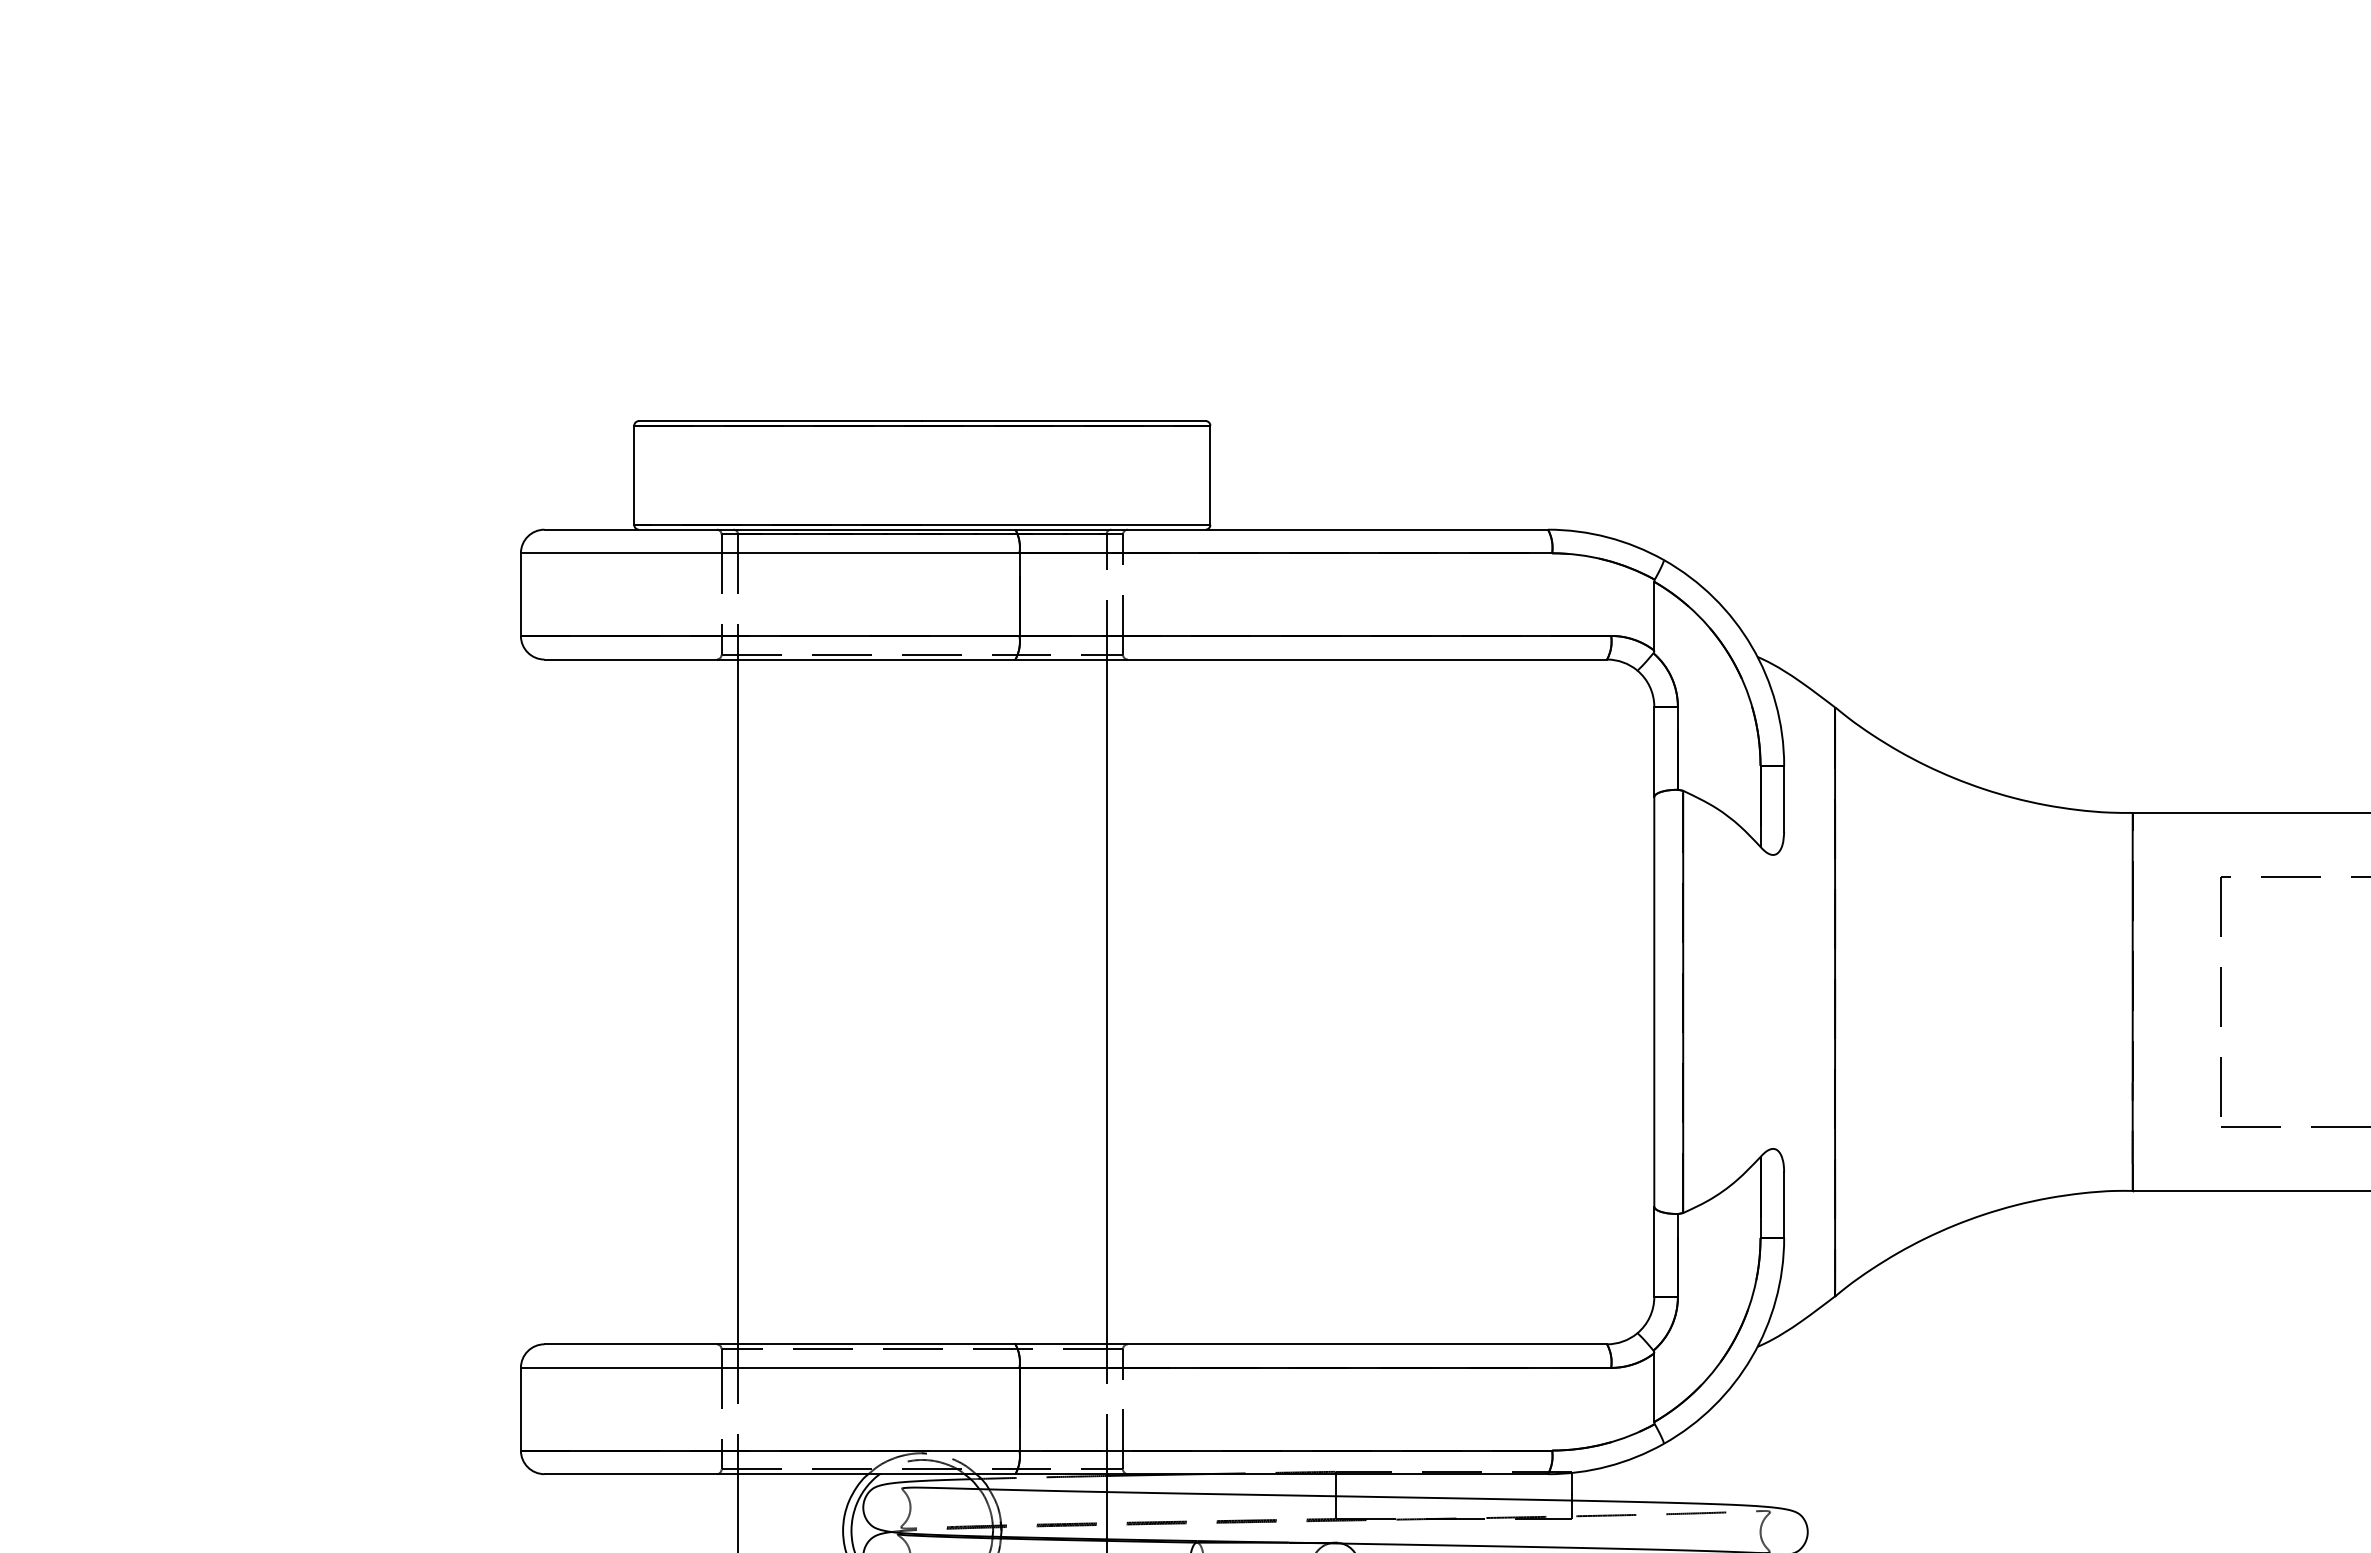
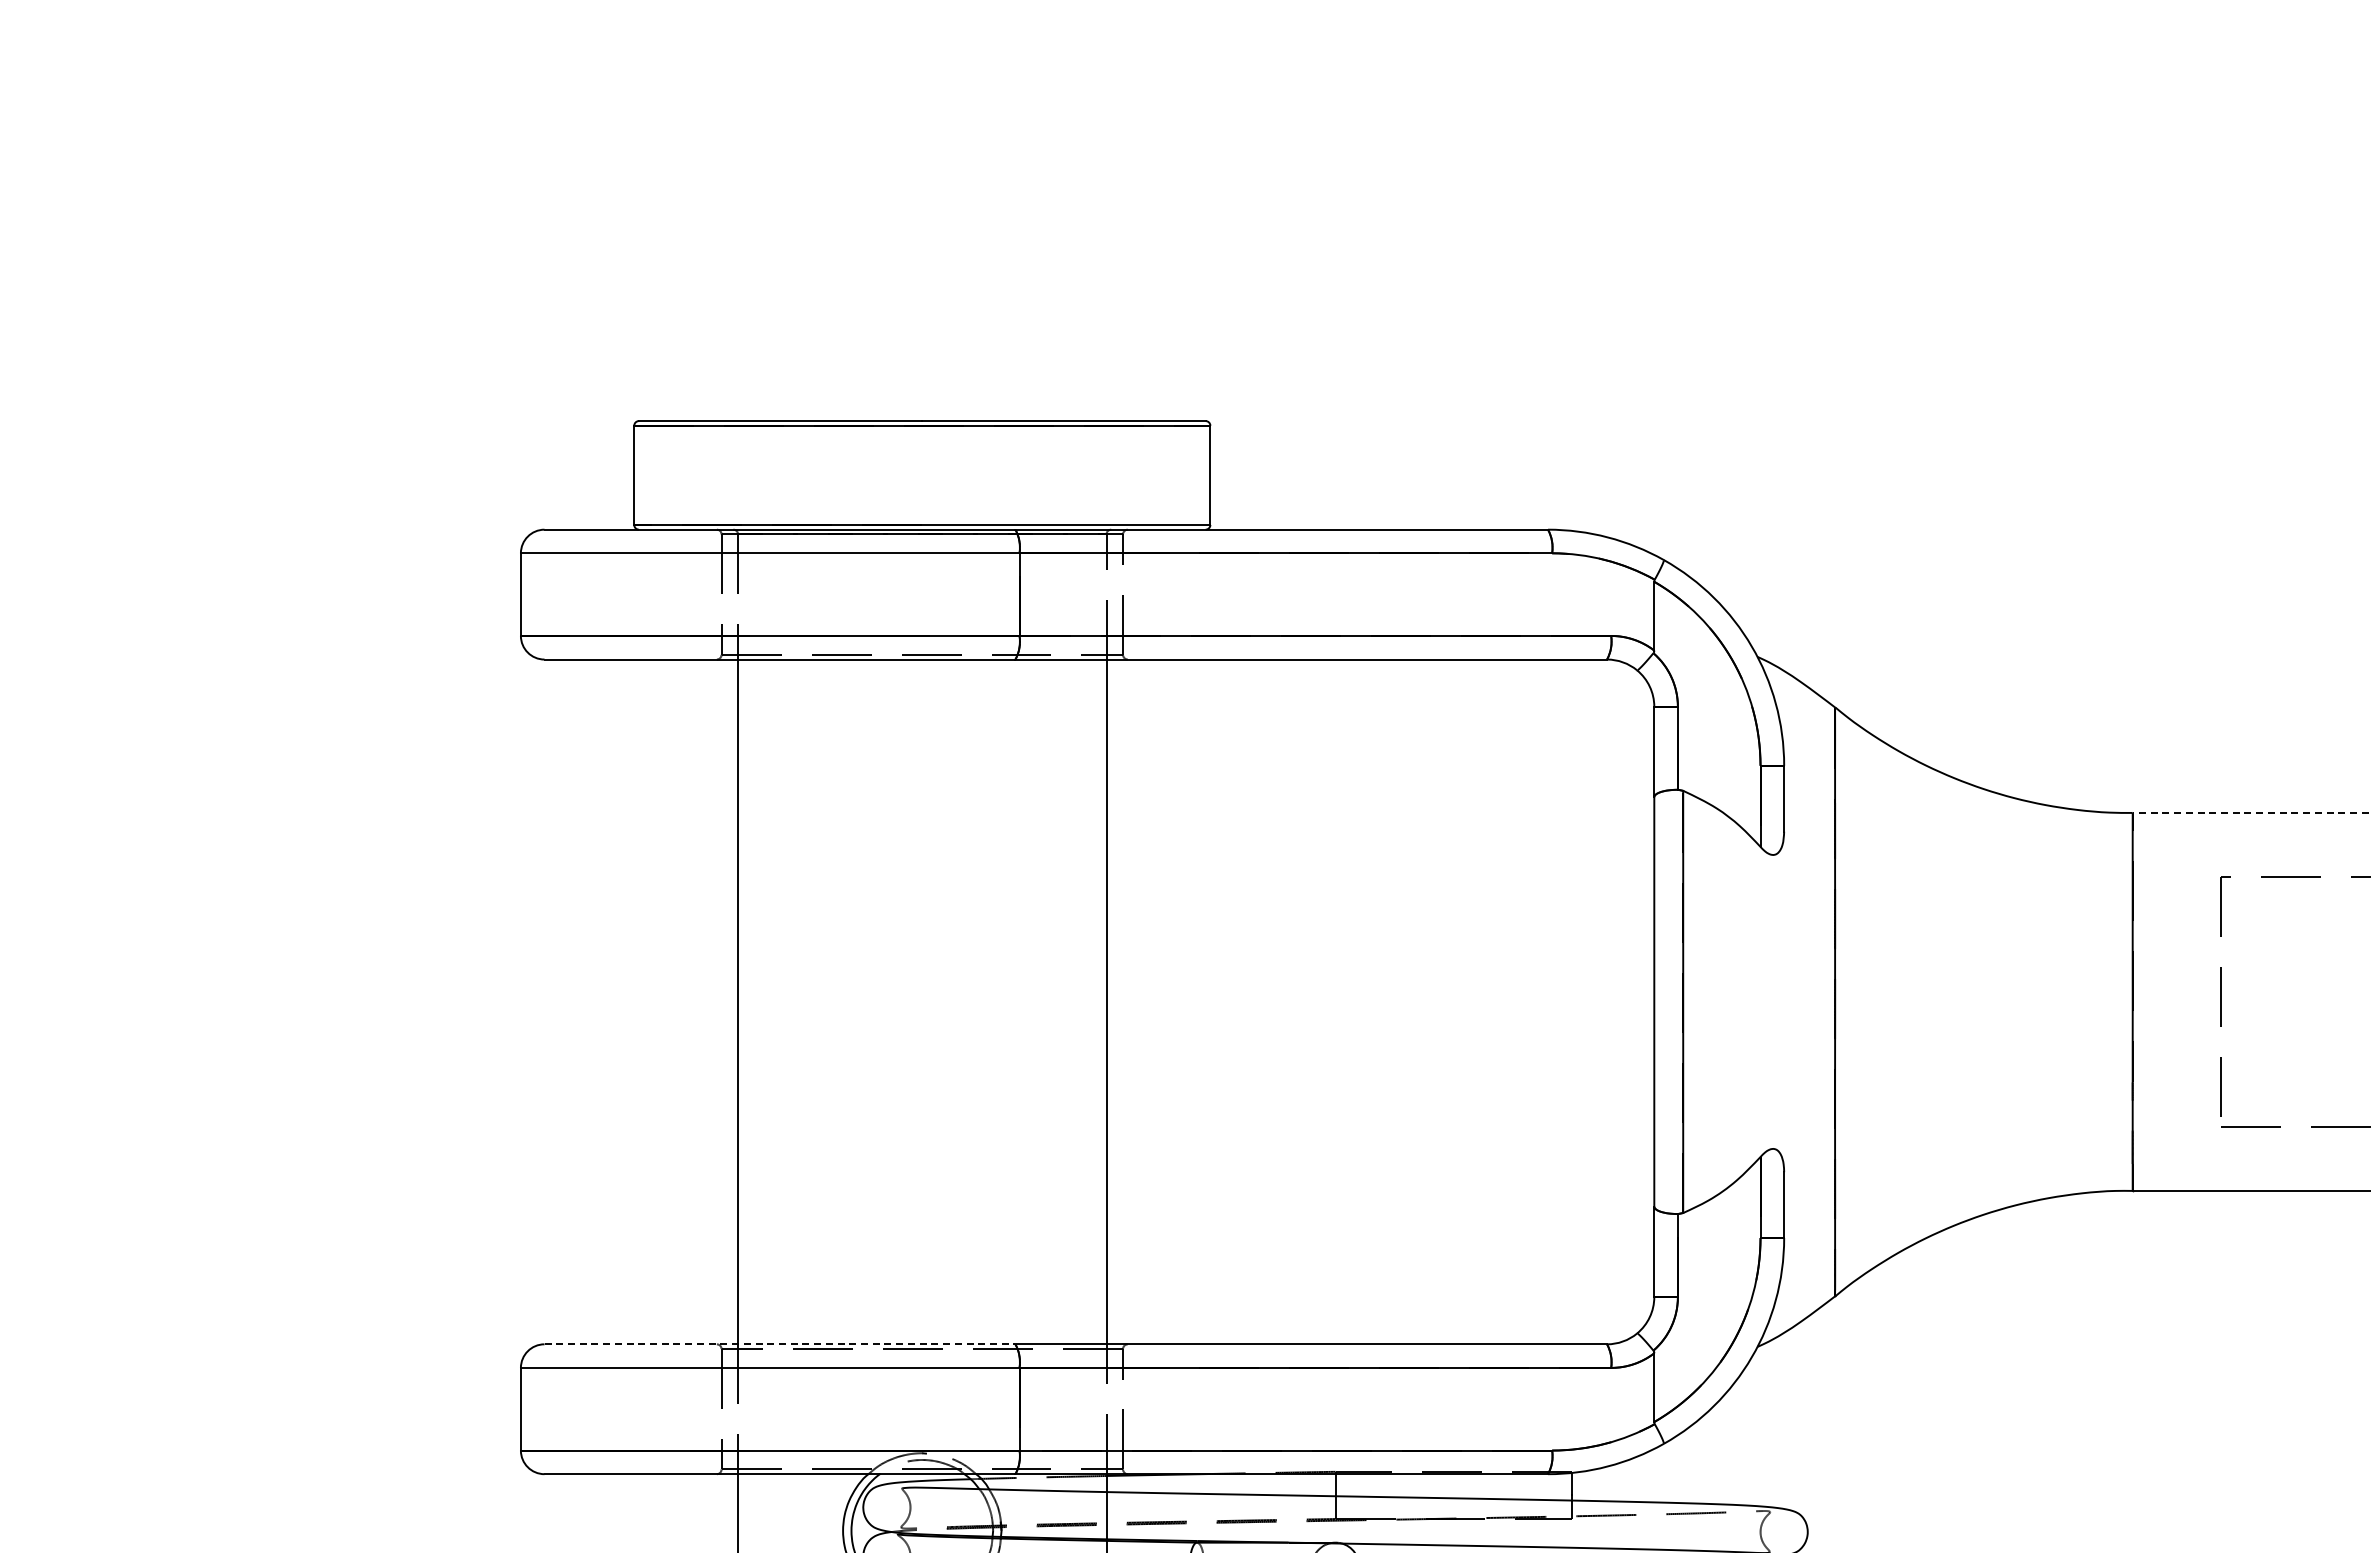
line at (2251, 813): solid -> dashed
line at (780, 1344): solid -> dashed
